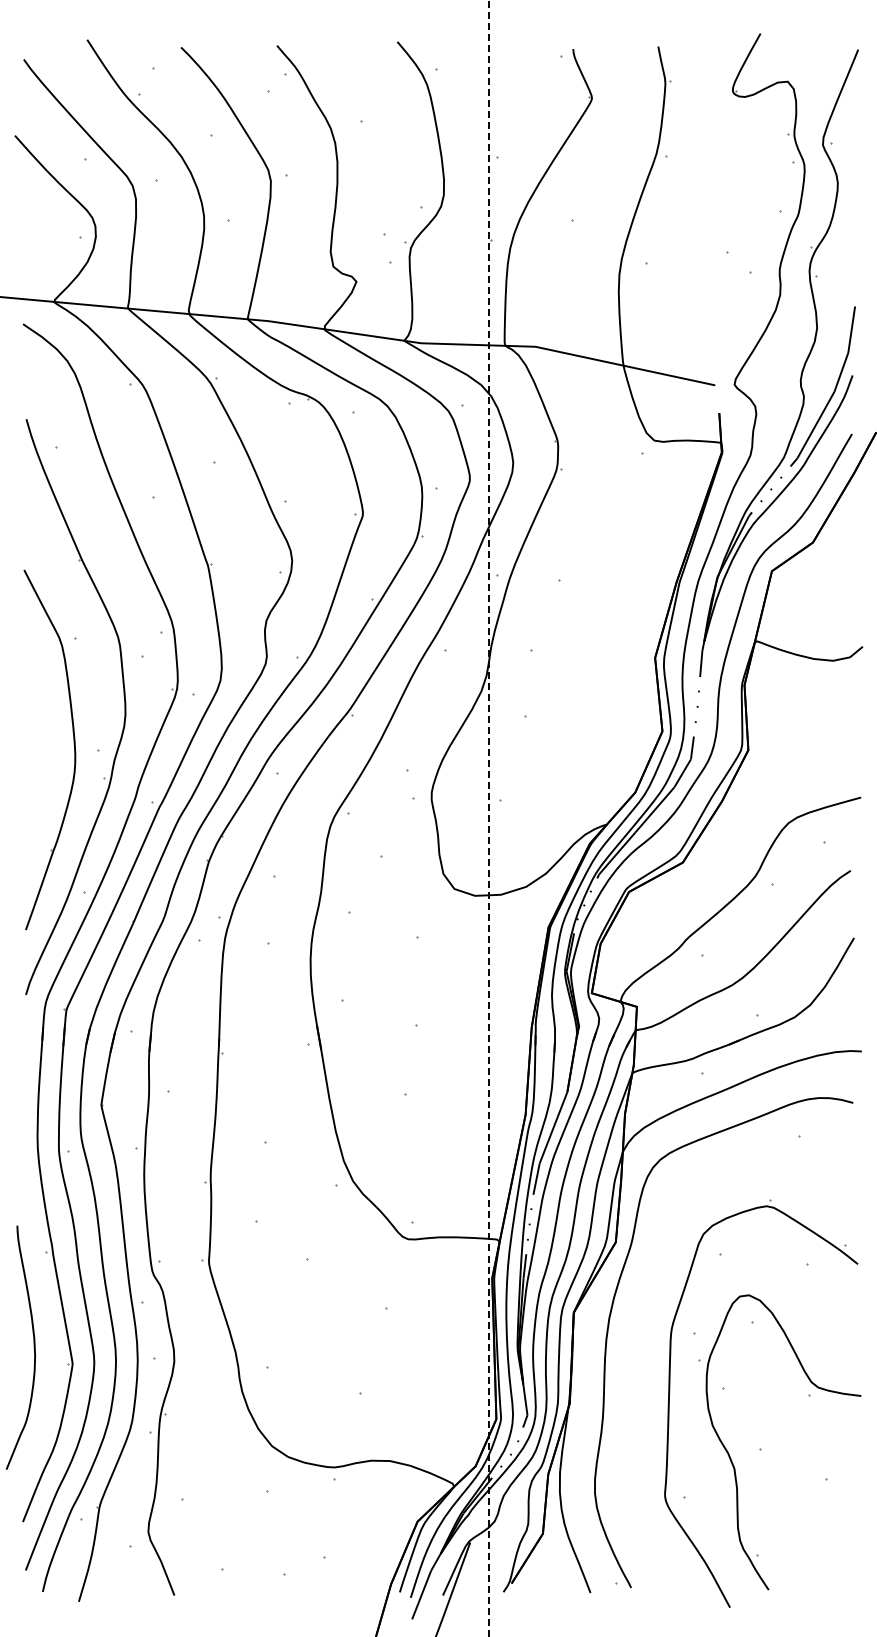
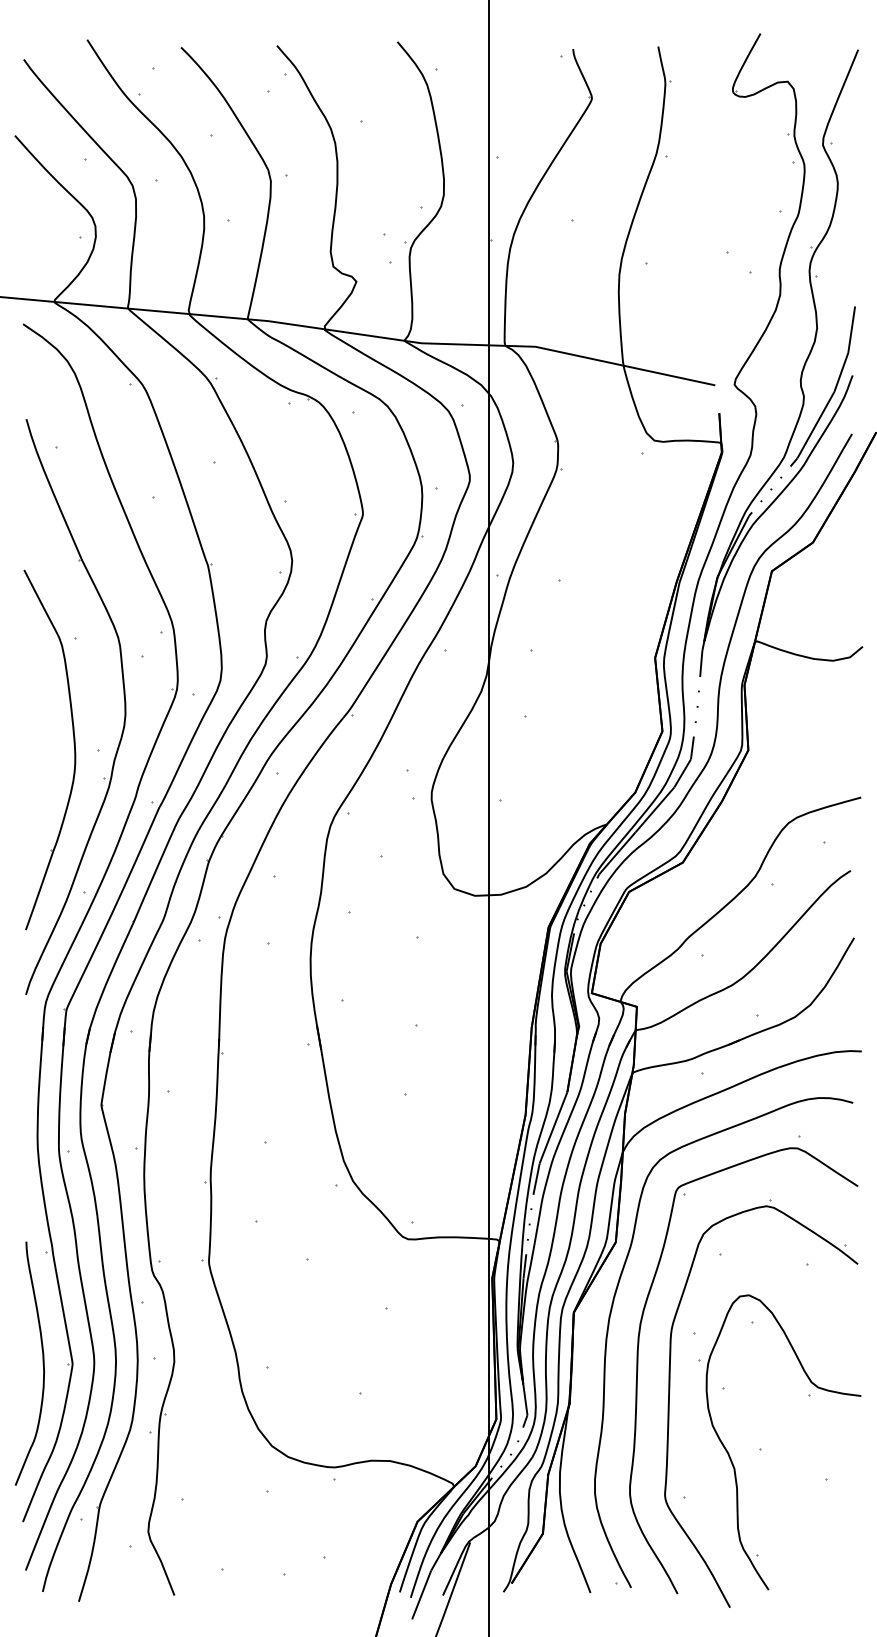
line at (489, 817): dashed -> solid
curve at (33, 1347) position: (33, 1347) -> (42, 1363)
part at (638, 1370): none -> present
